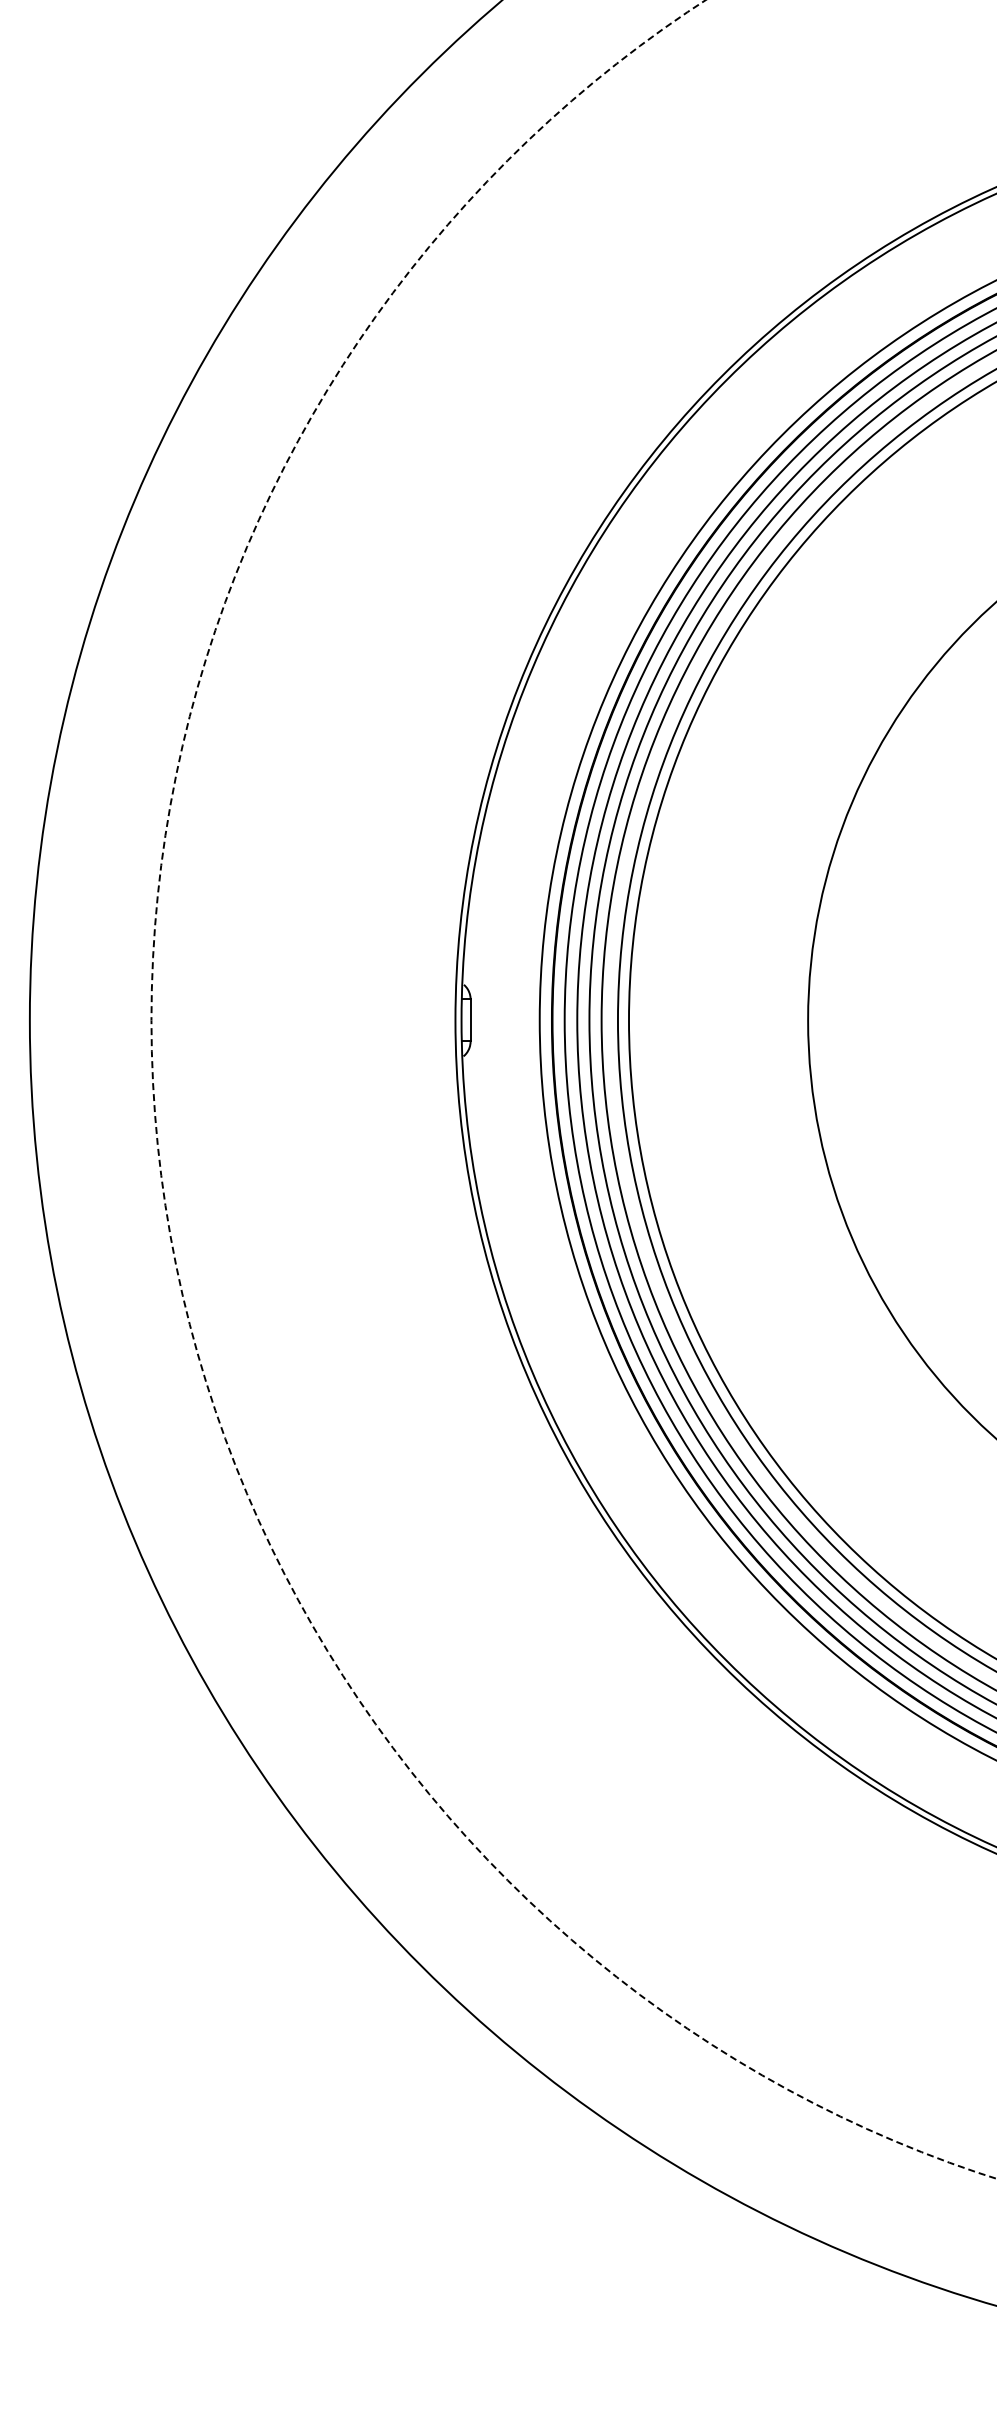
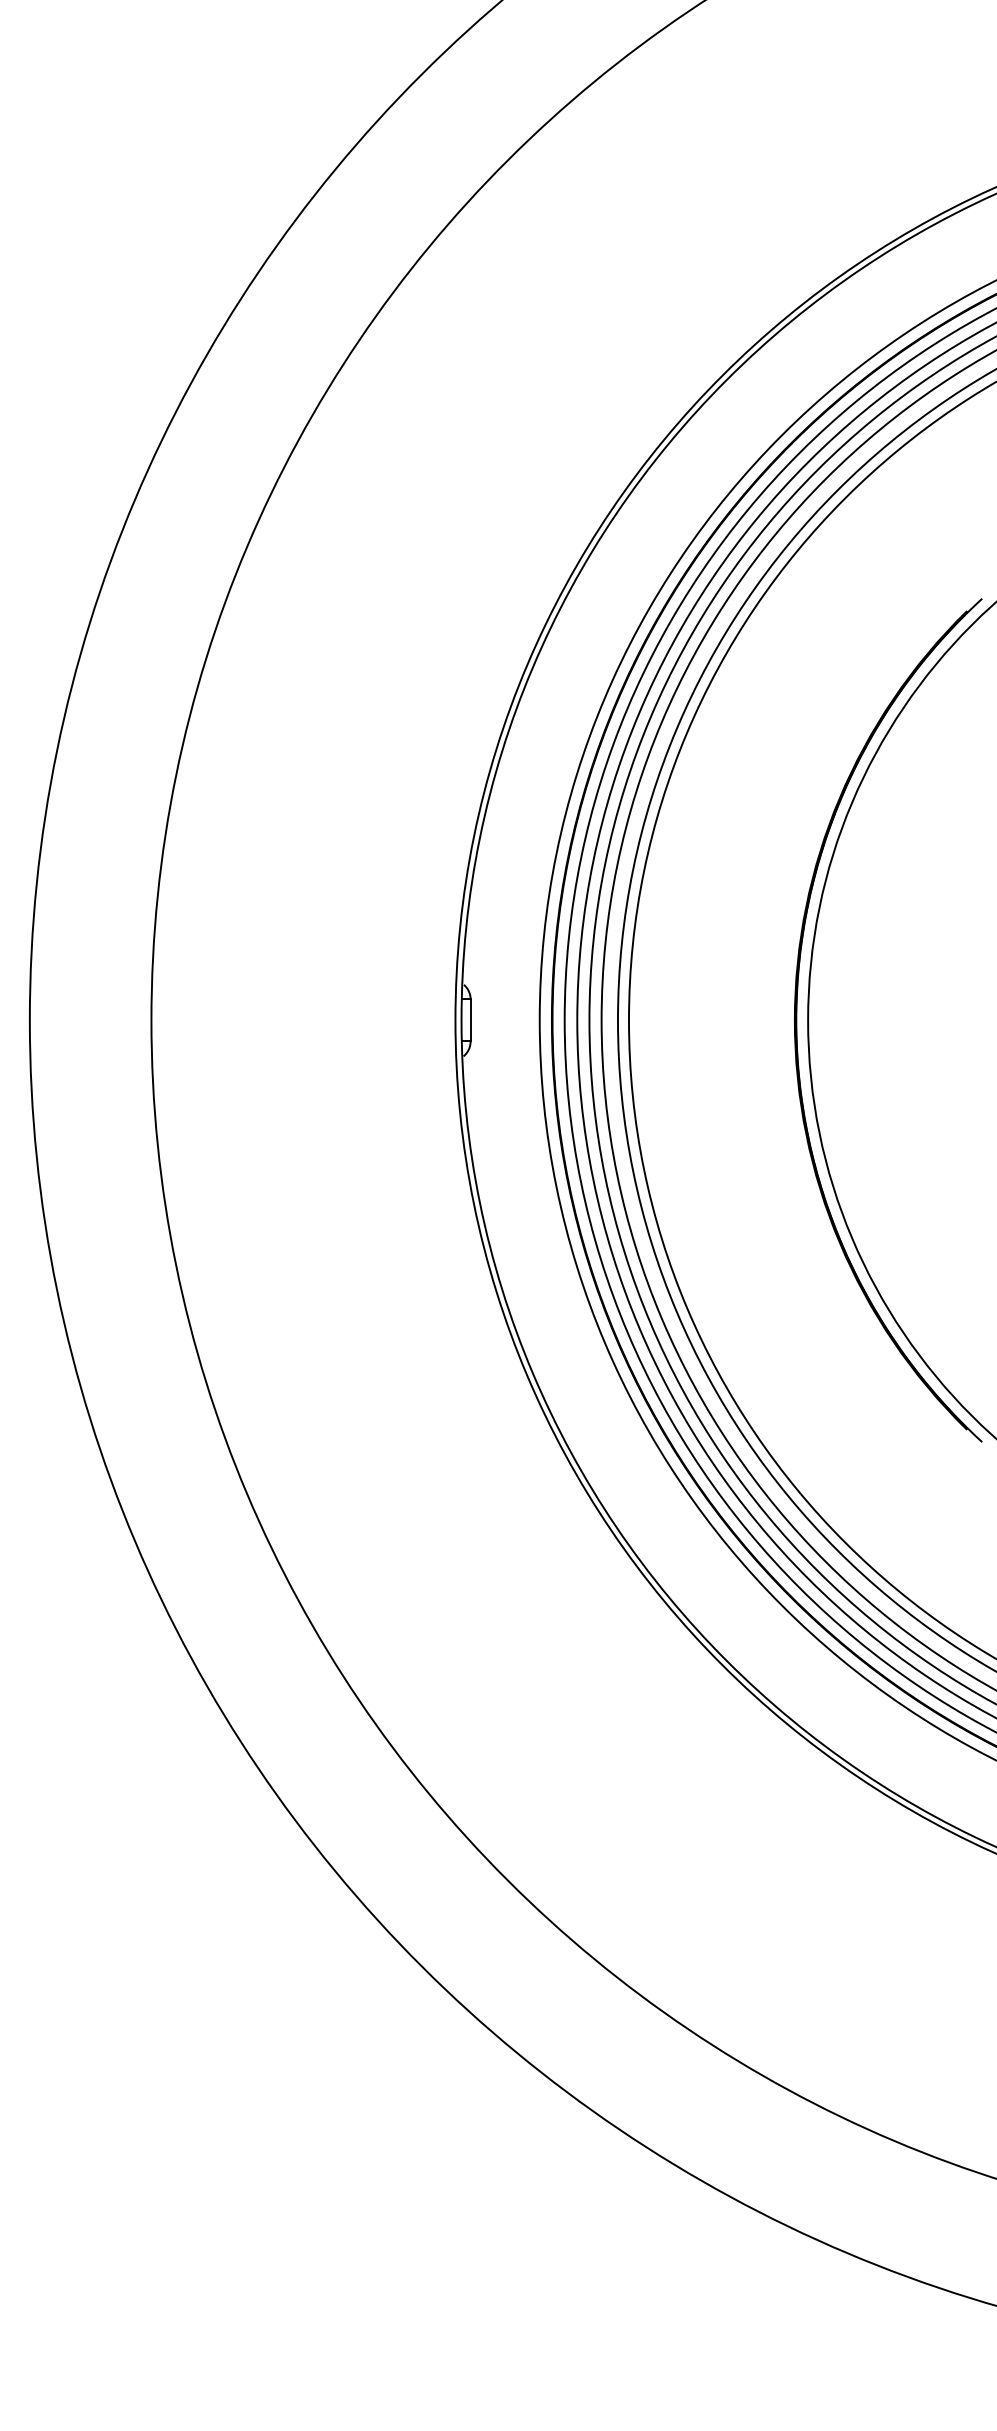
part at (797, 1020): none -> present
circle at (573, 1089): dashed -> solid
